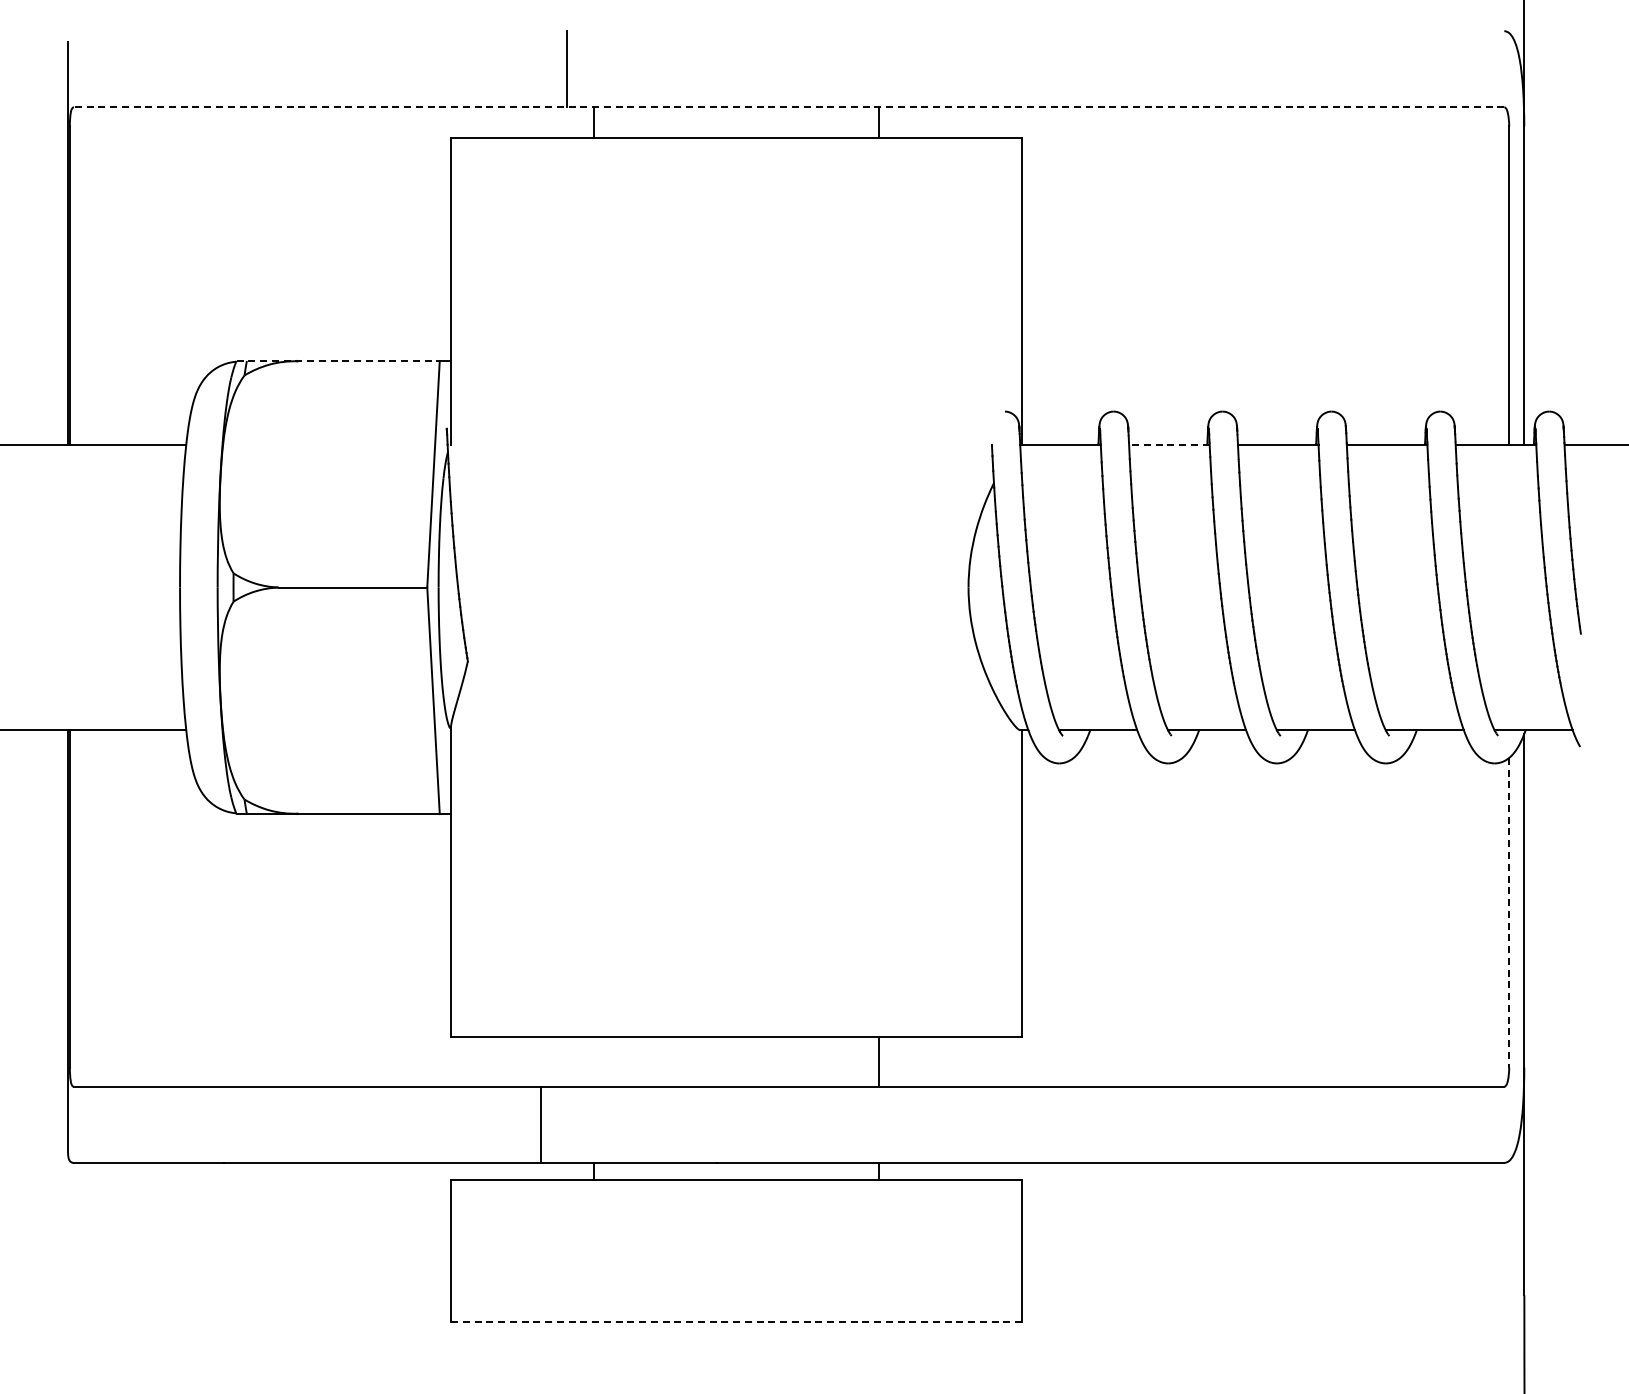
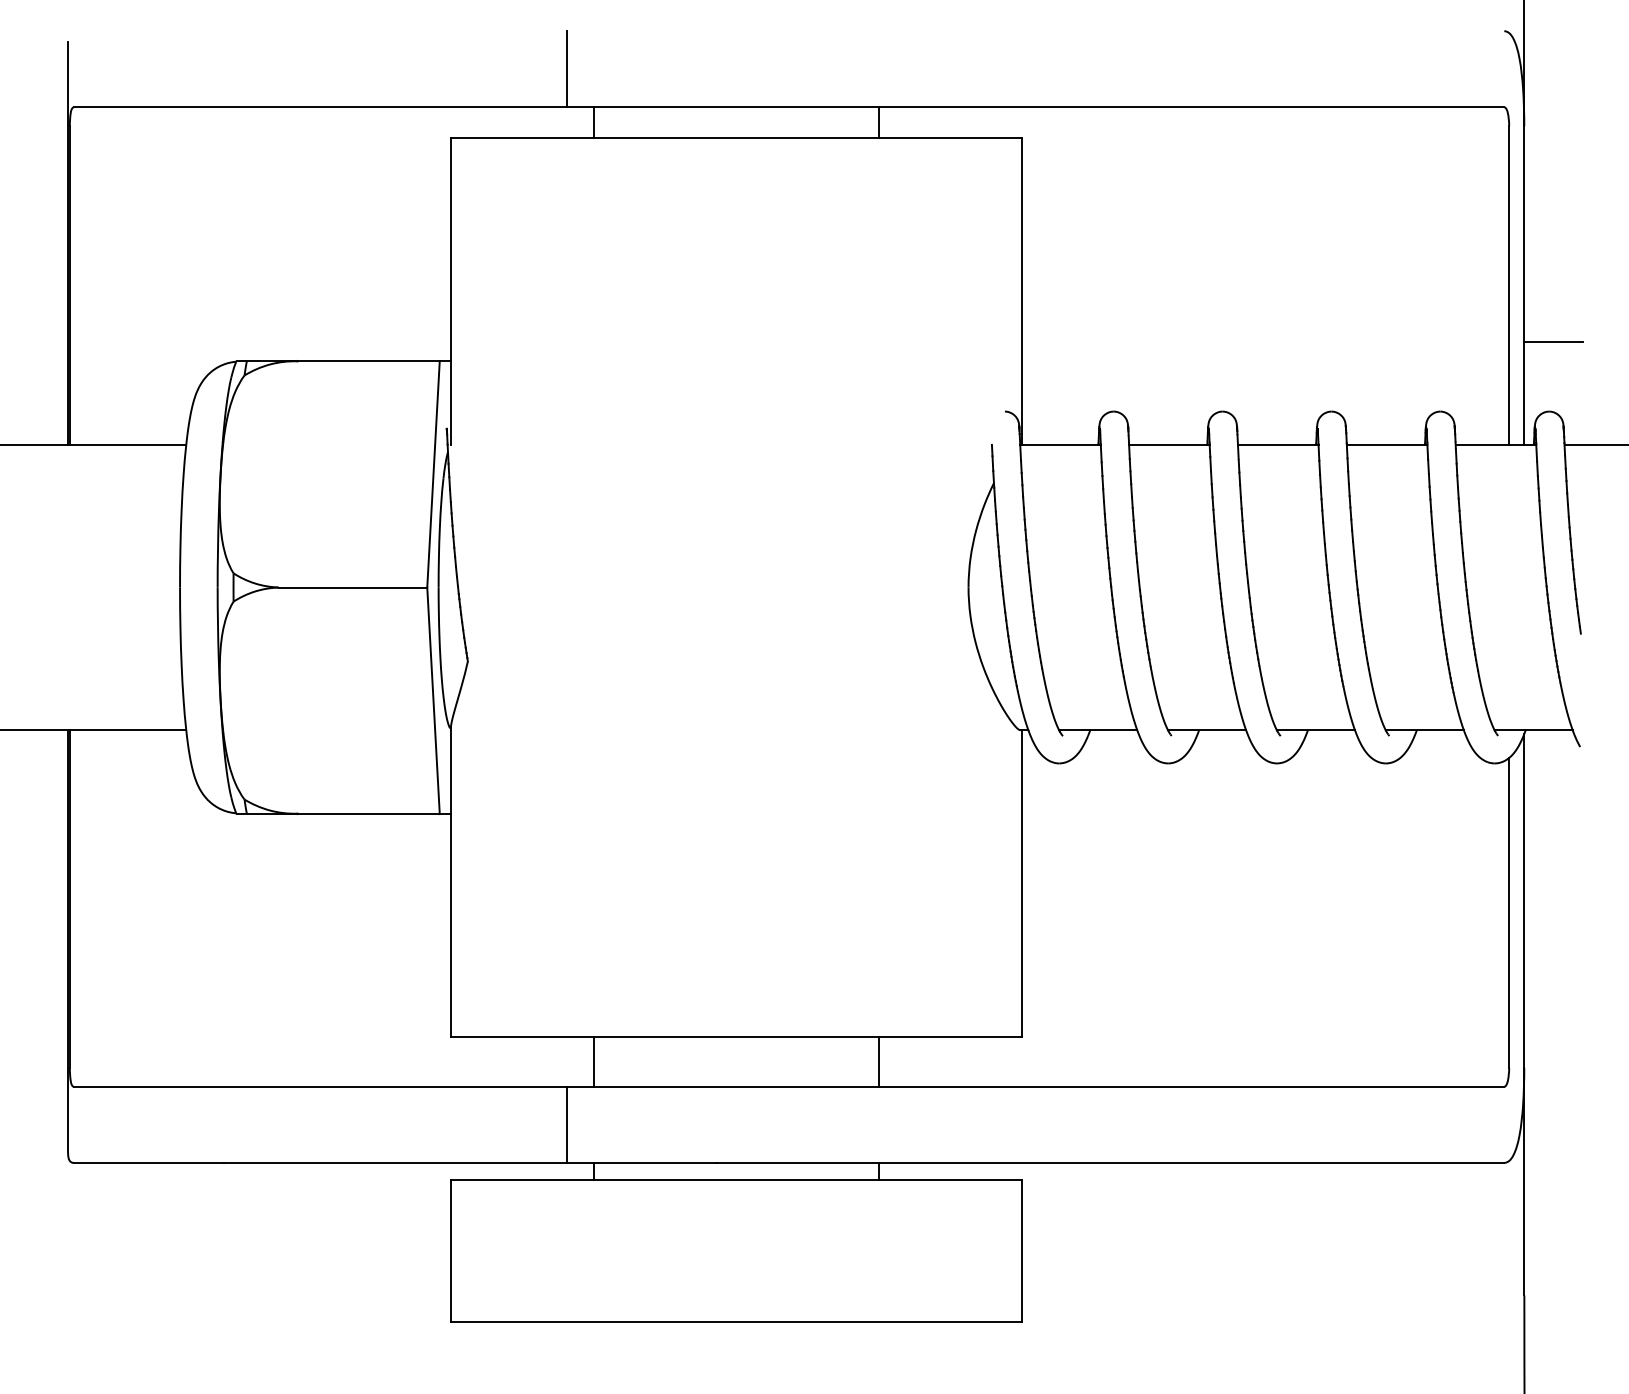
line at (788, 107): dashed -> solid
line at (1553, 342): none -> present
line at (338, 360): dashed -> solid
line at (1168, 444): dashed -> solid
line at (1509, 912): dashed -> solid
line at (593, 1061): none -> present
line at (541, 1124) position: (541, 1124) -> (567, 1124)
line at (736, 1322): dashed -> solid
